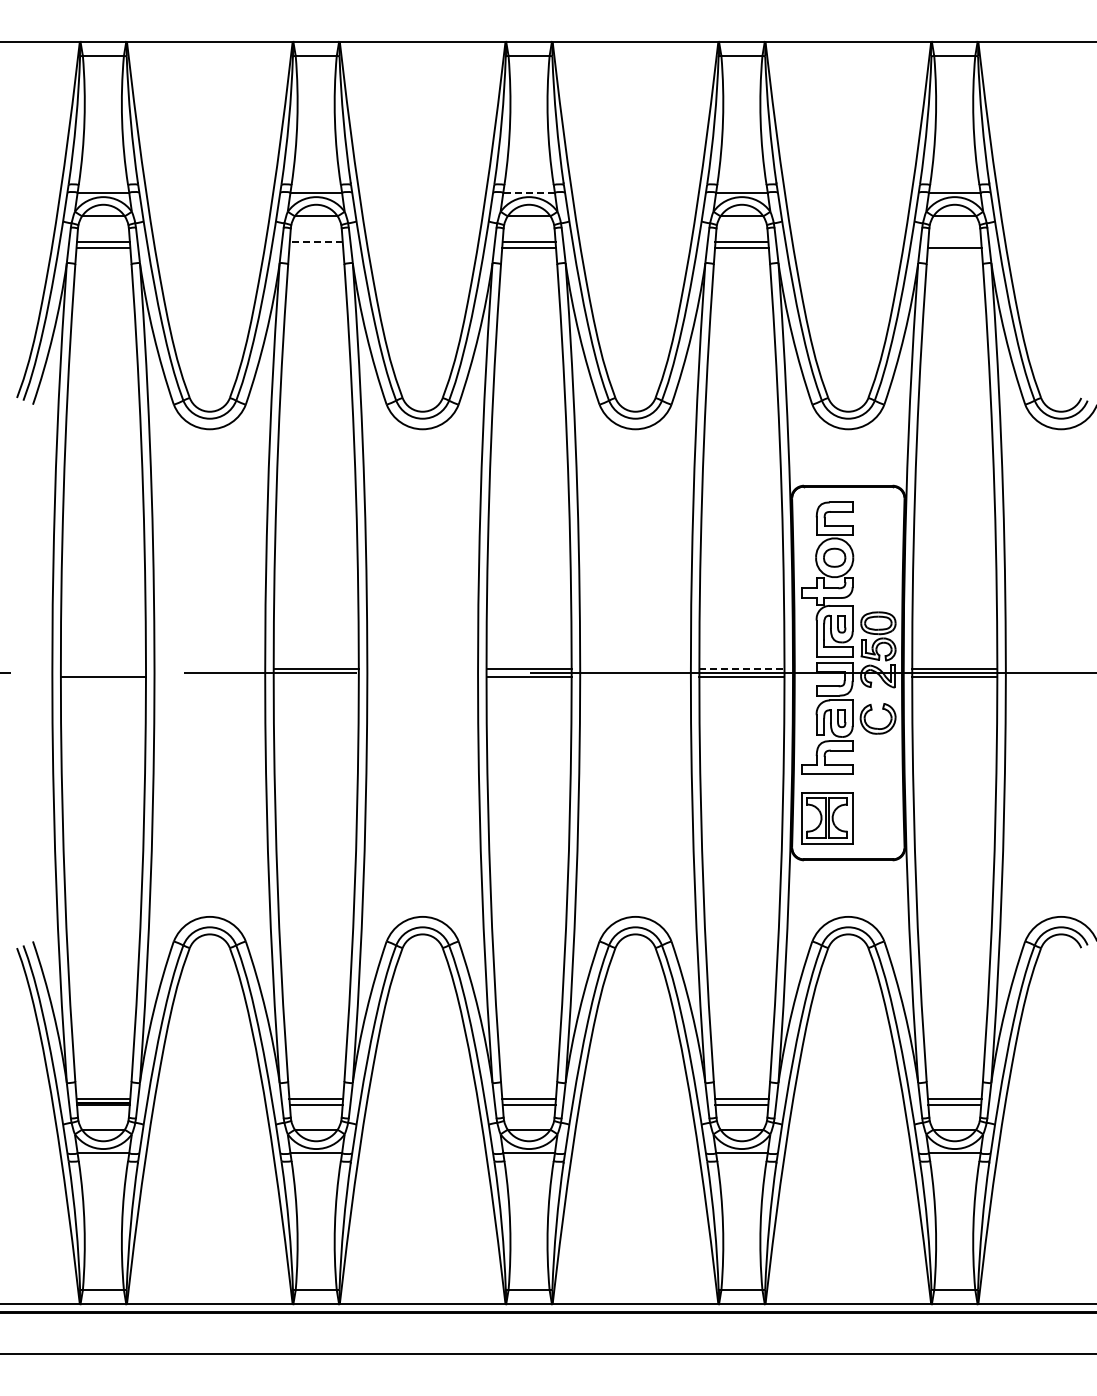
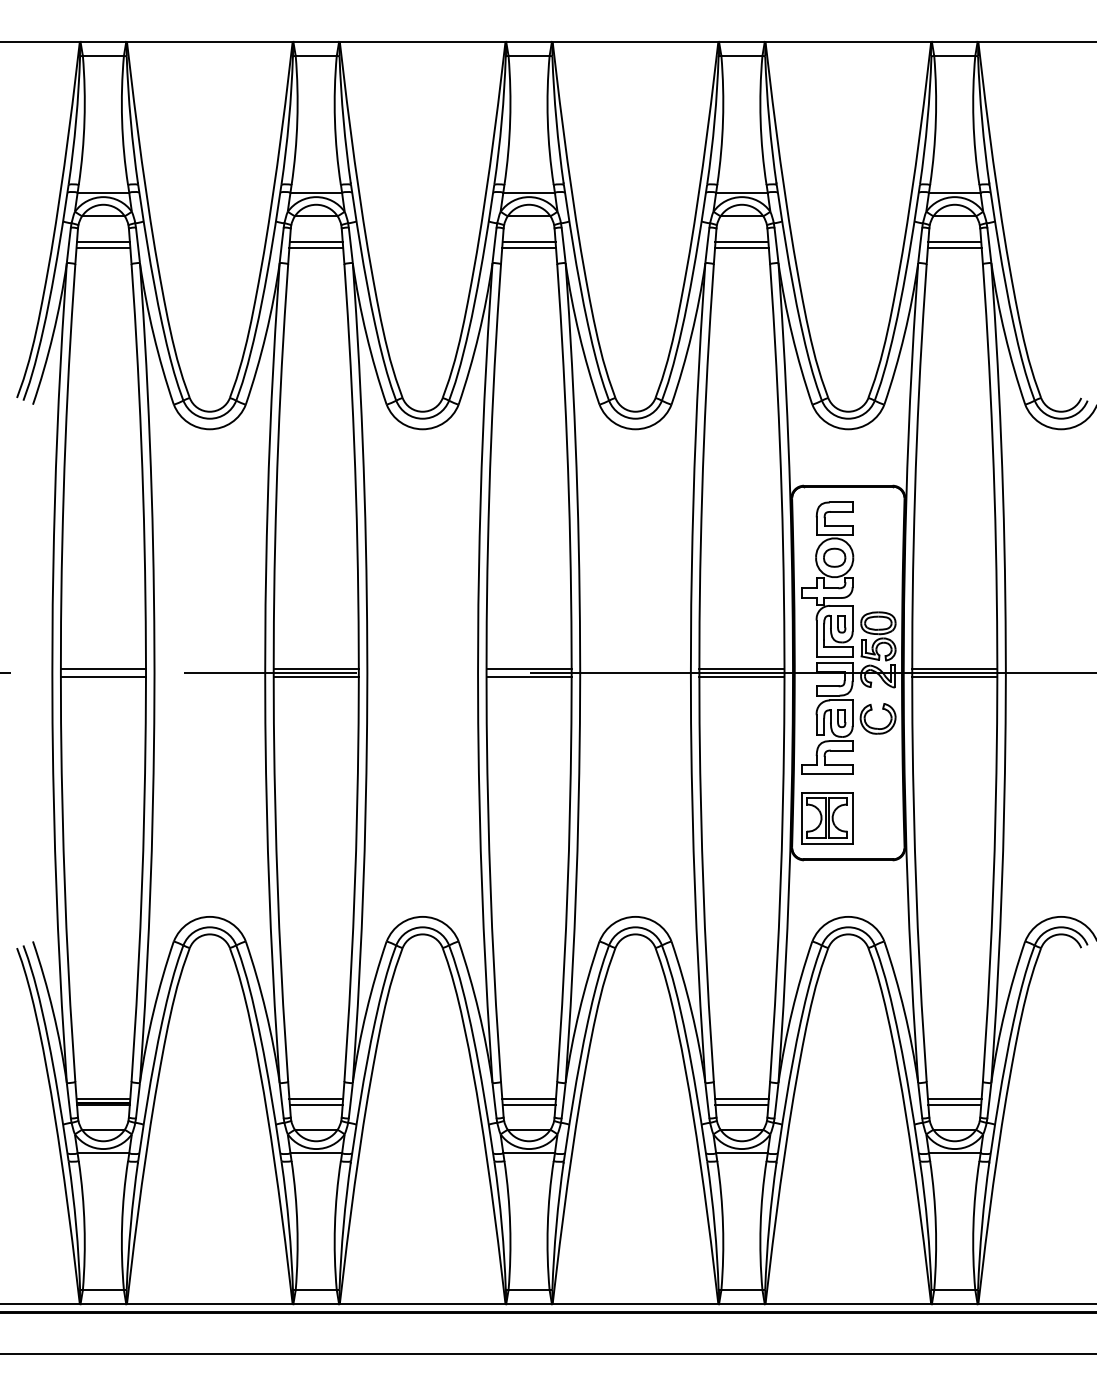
line at (529, 192): dashed -> solid
line at (315, 241): dashed -> solid
line at (954, 241): none -> present
line at (316, 247): none -> present
line at (102, 668): none -> present
line at (741, 668): dashed -> solid
line at (315, 677): none -> present
